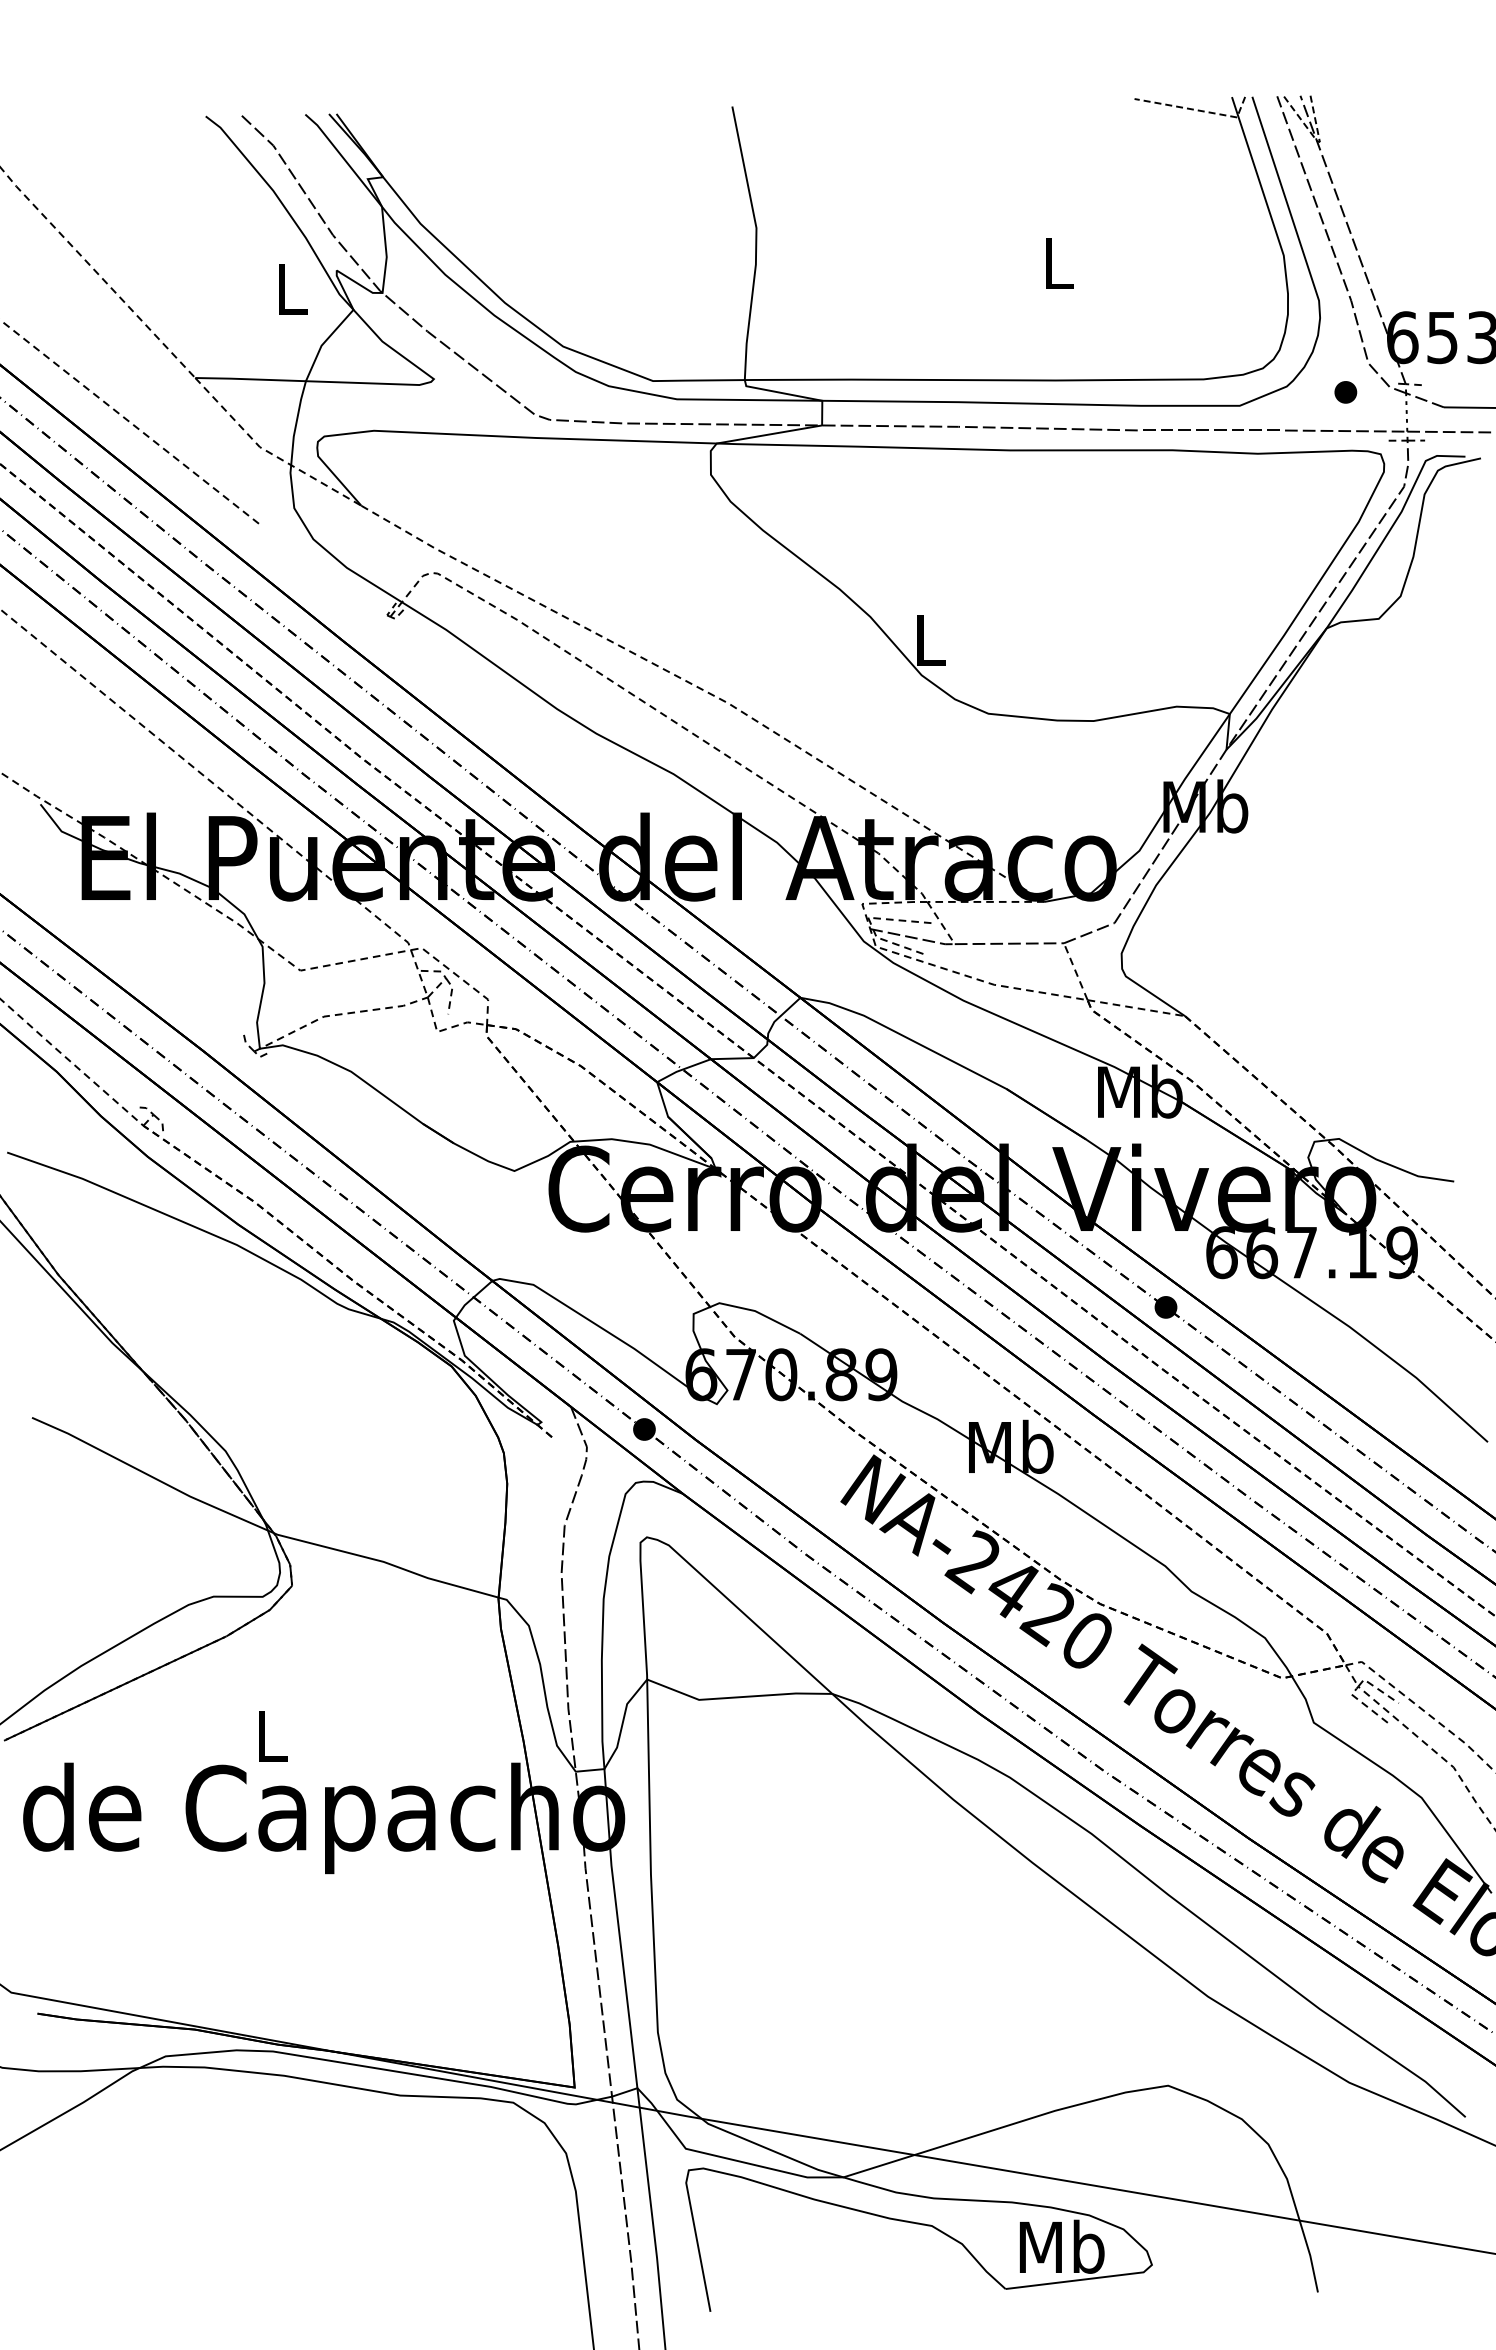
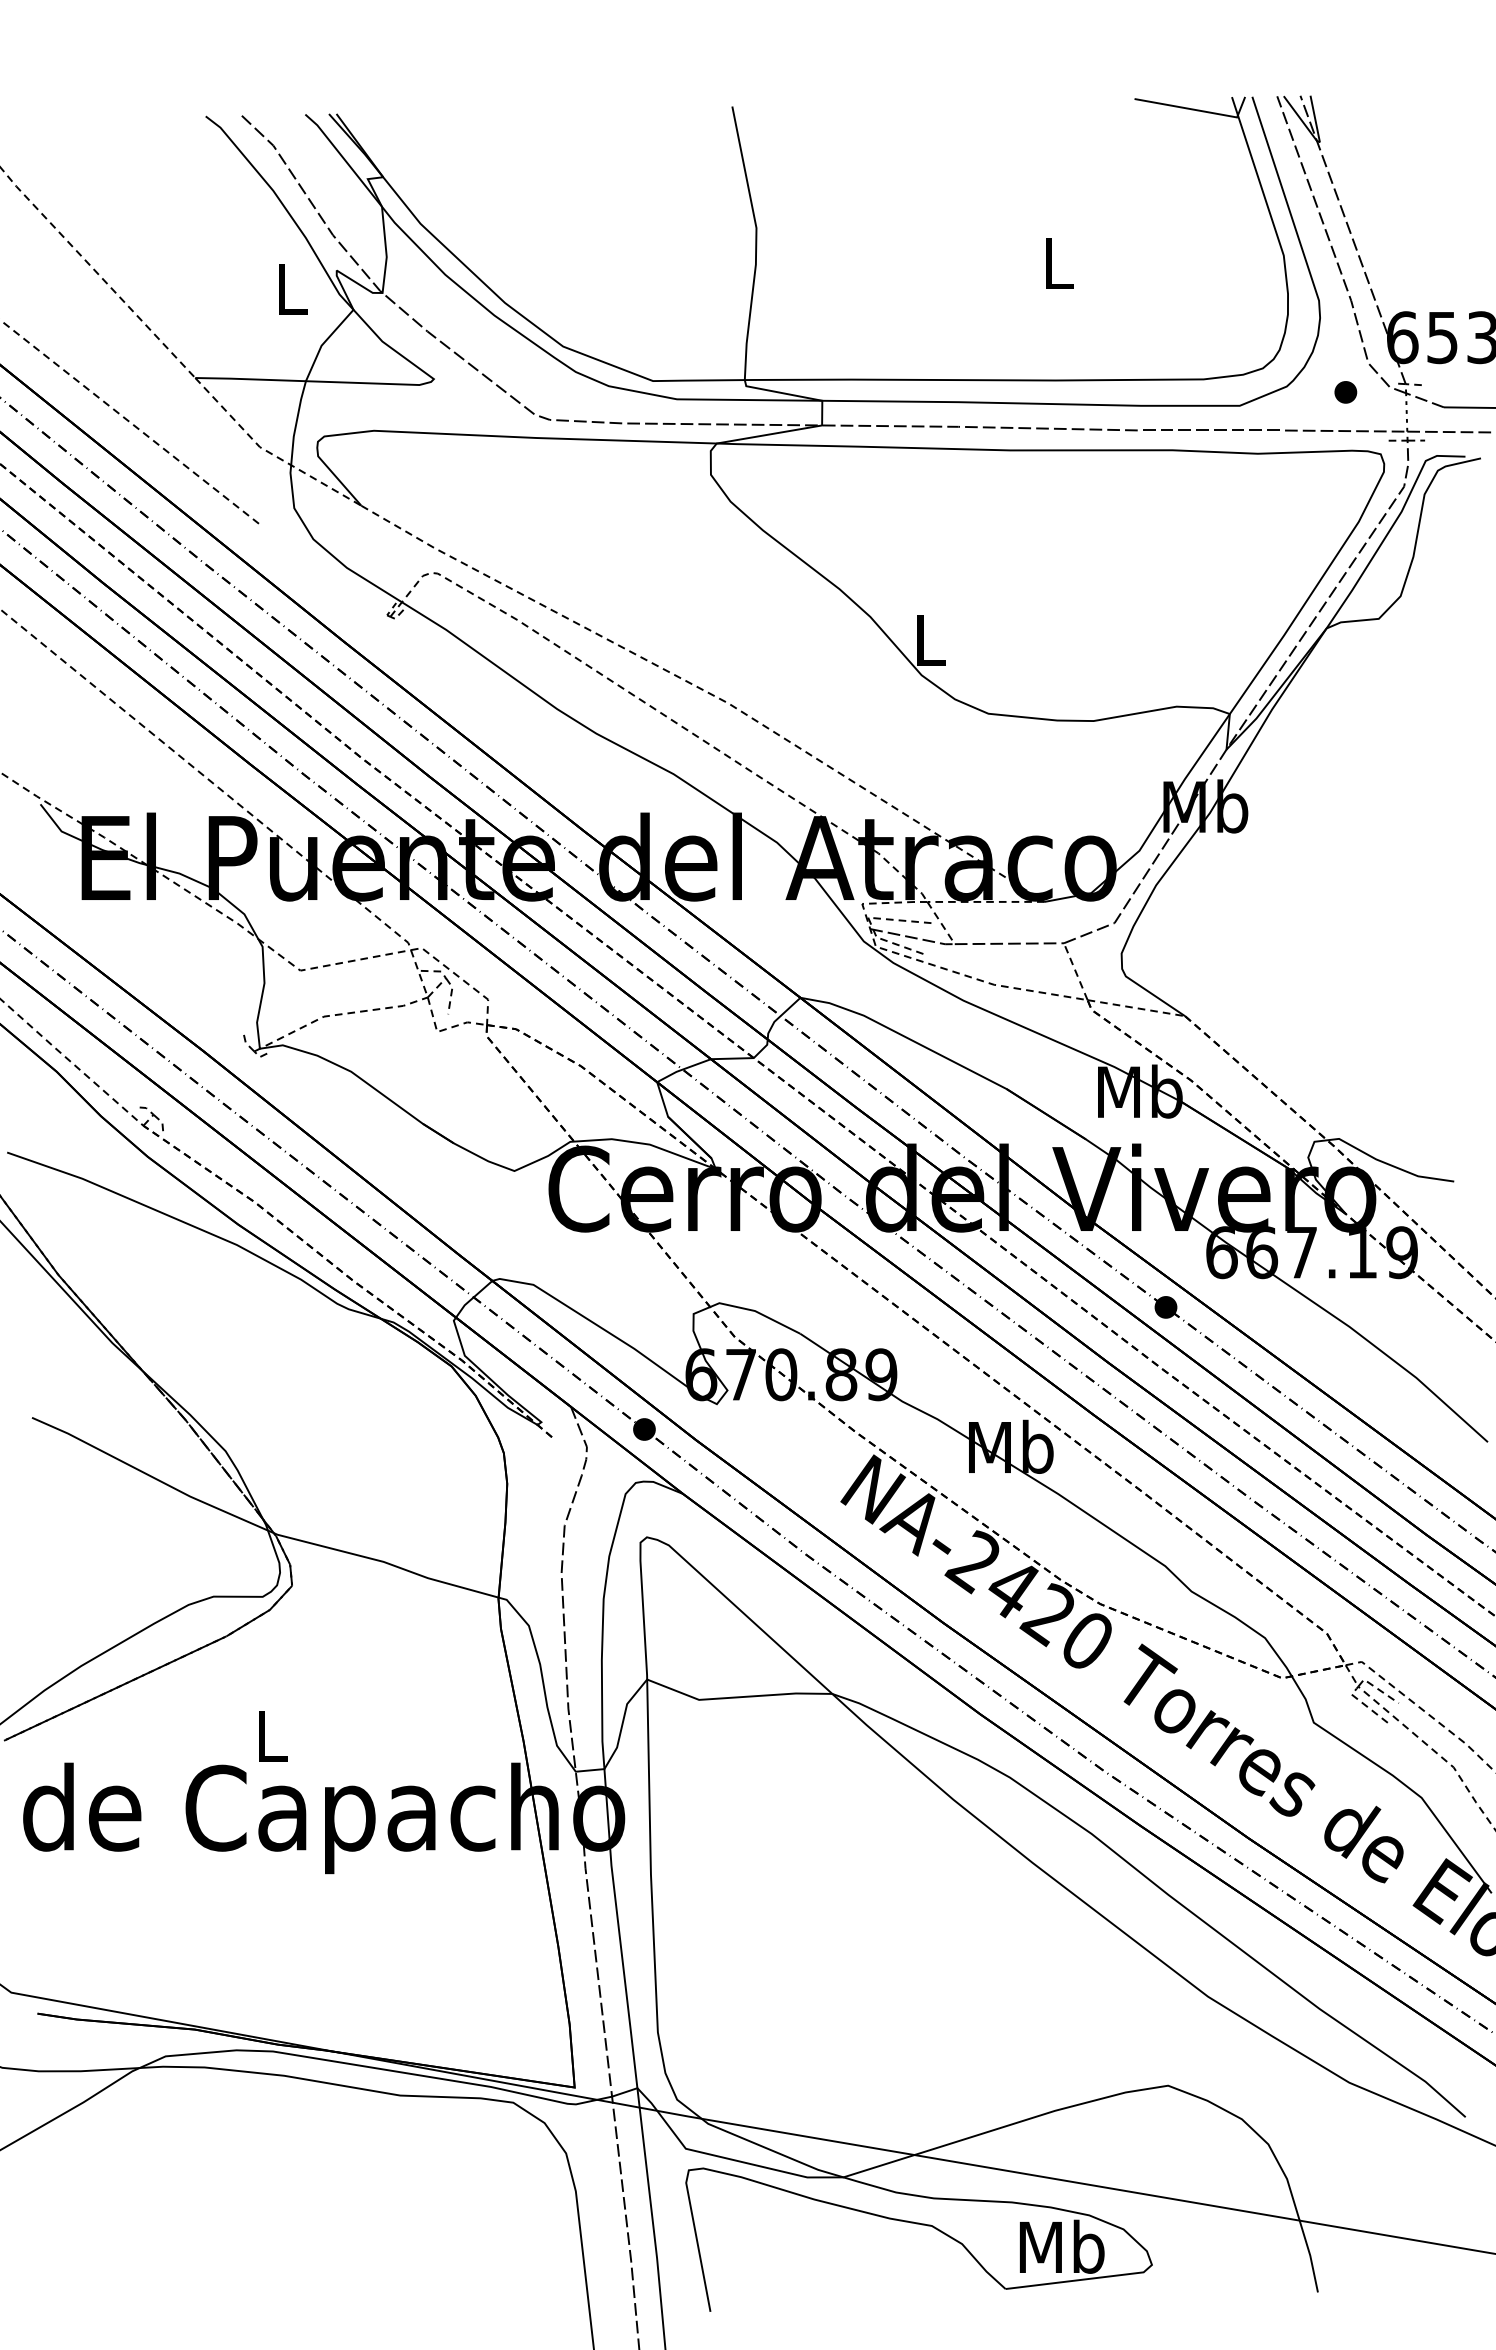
line at (1197, 110): dashed -> solid
line at (1316, 140): dashed -> solid
